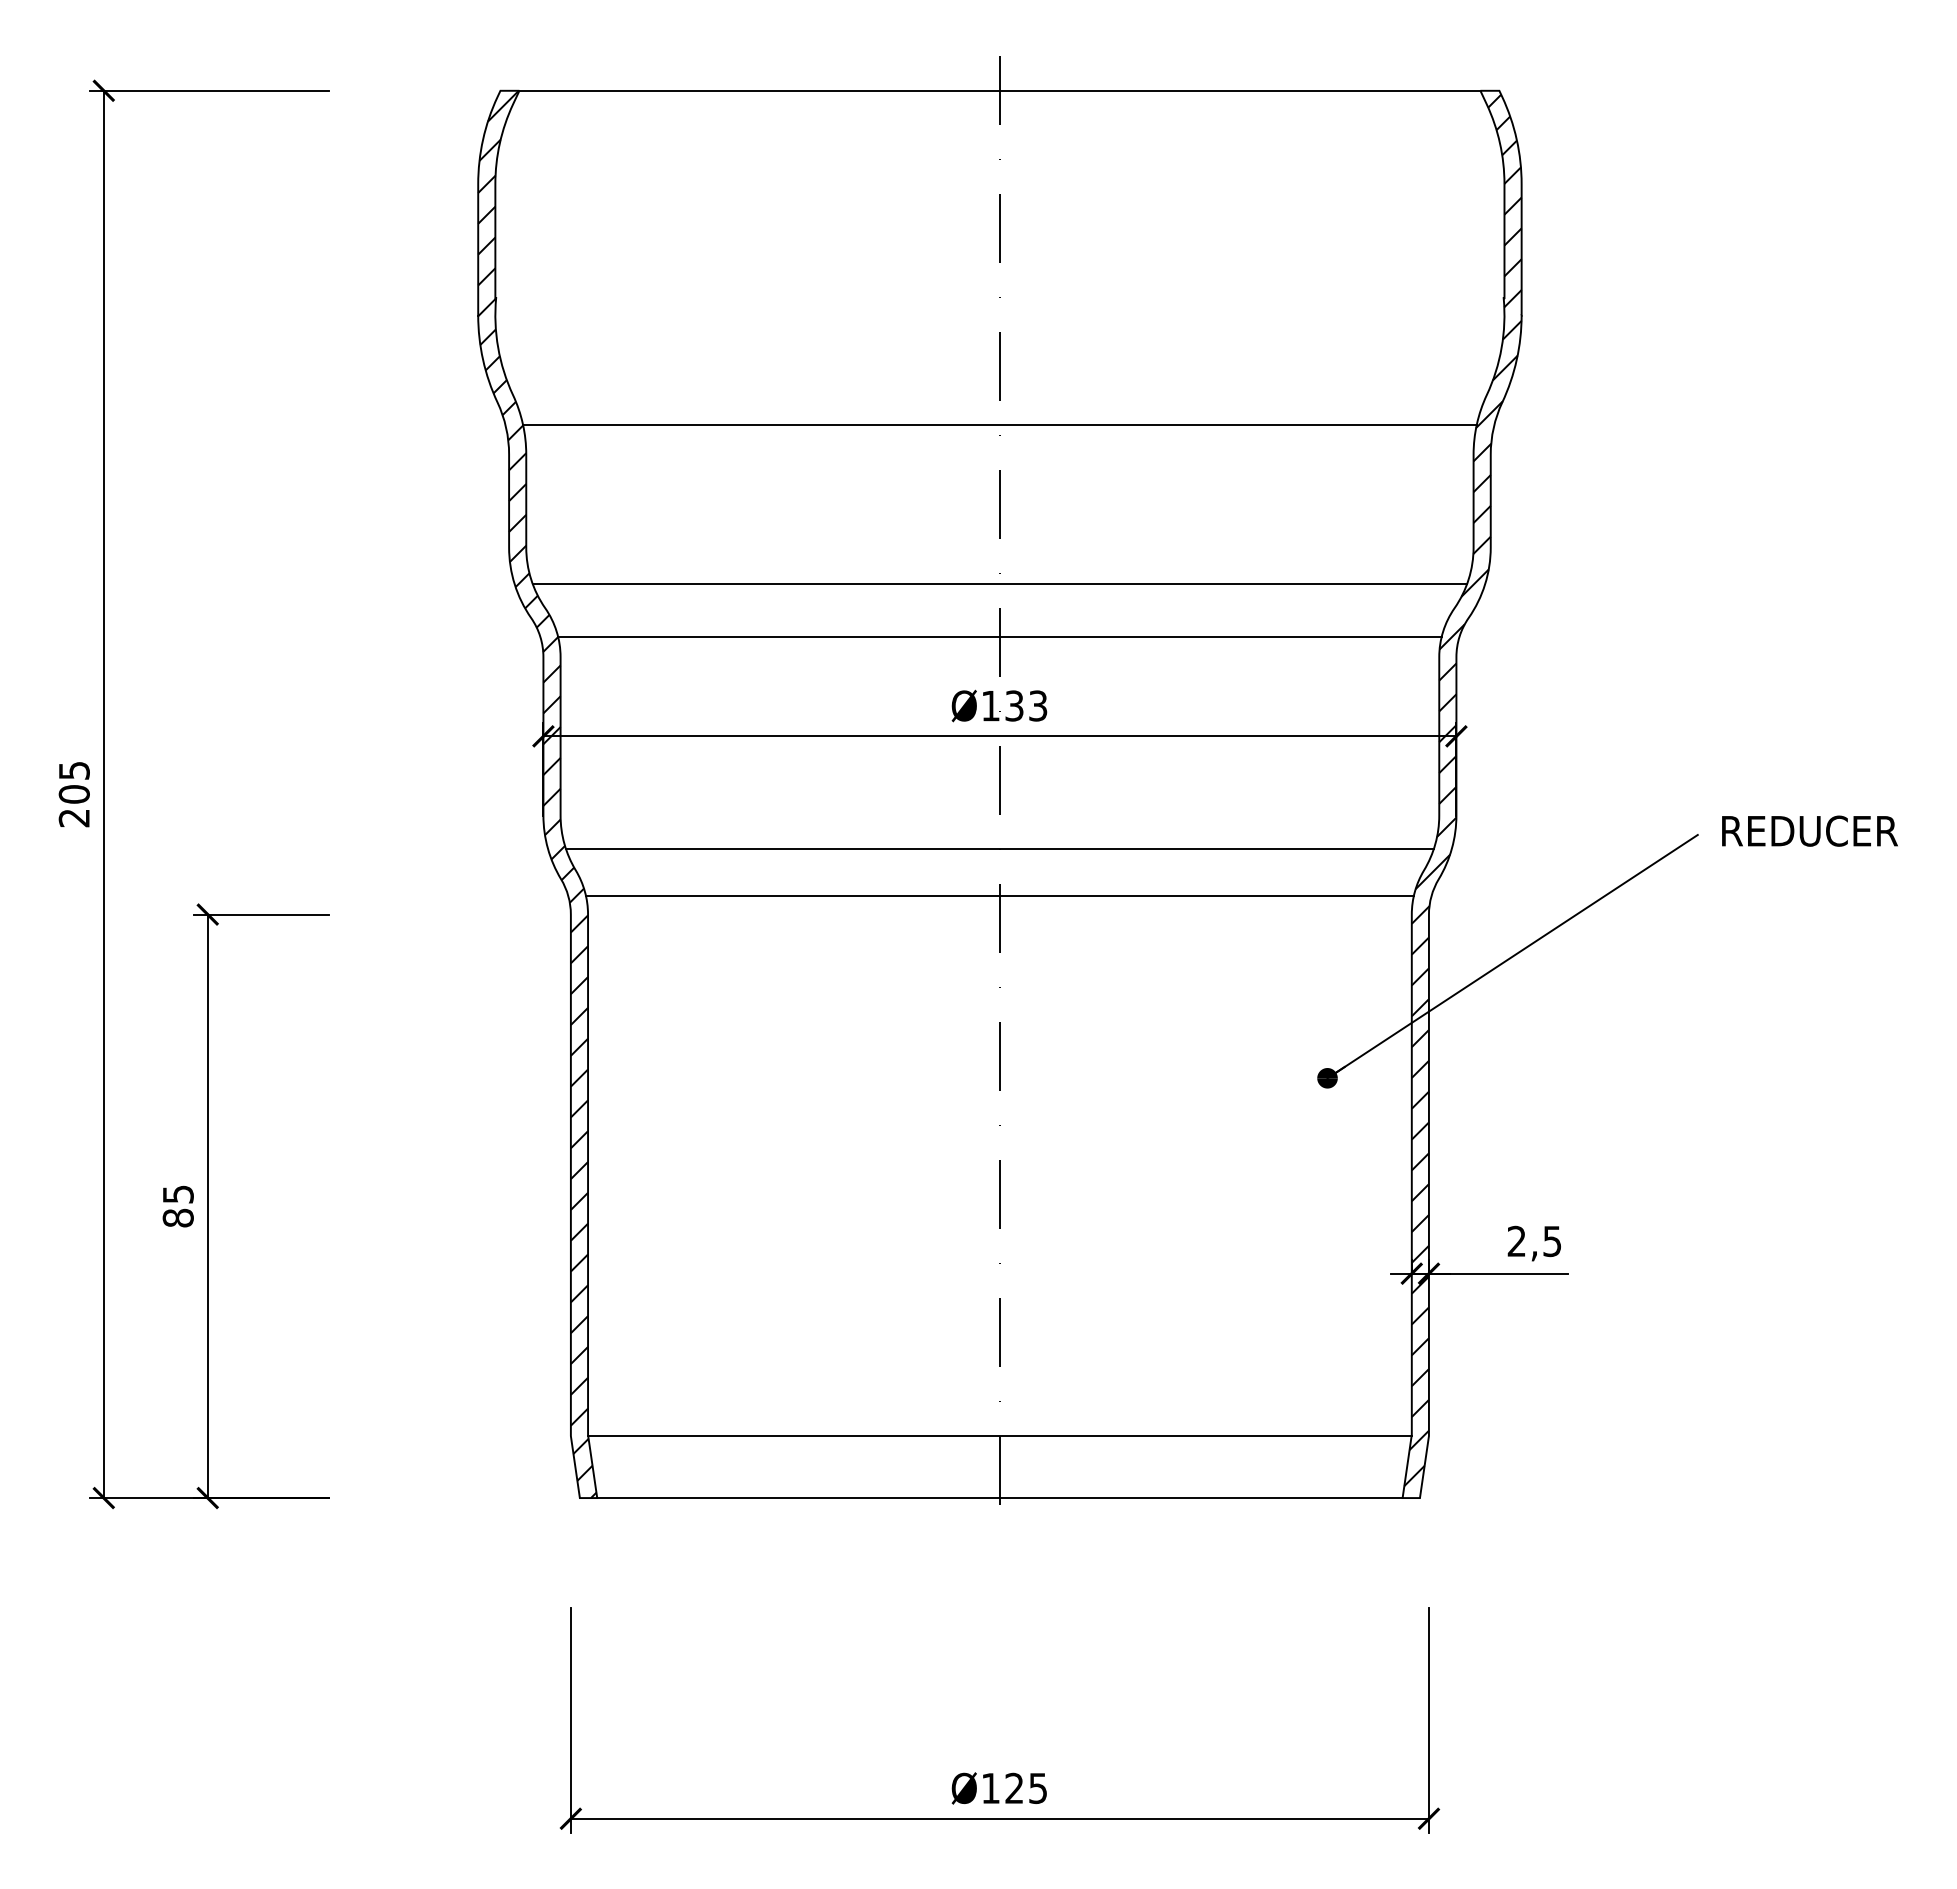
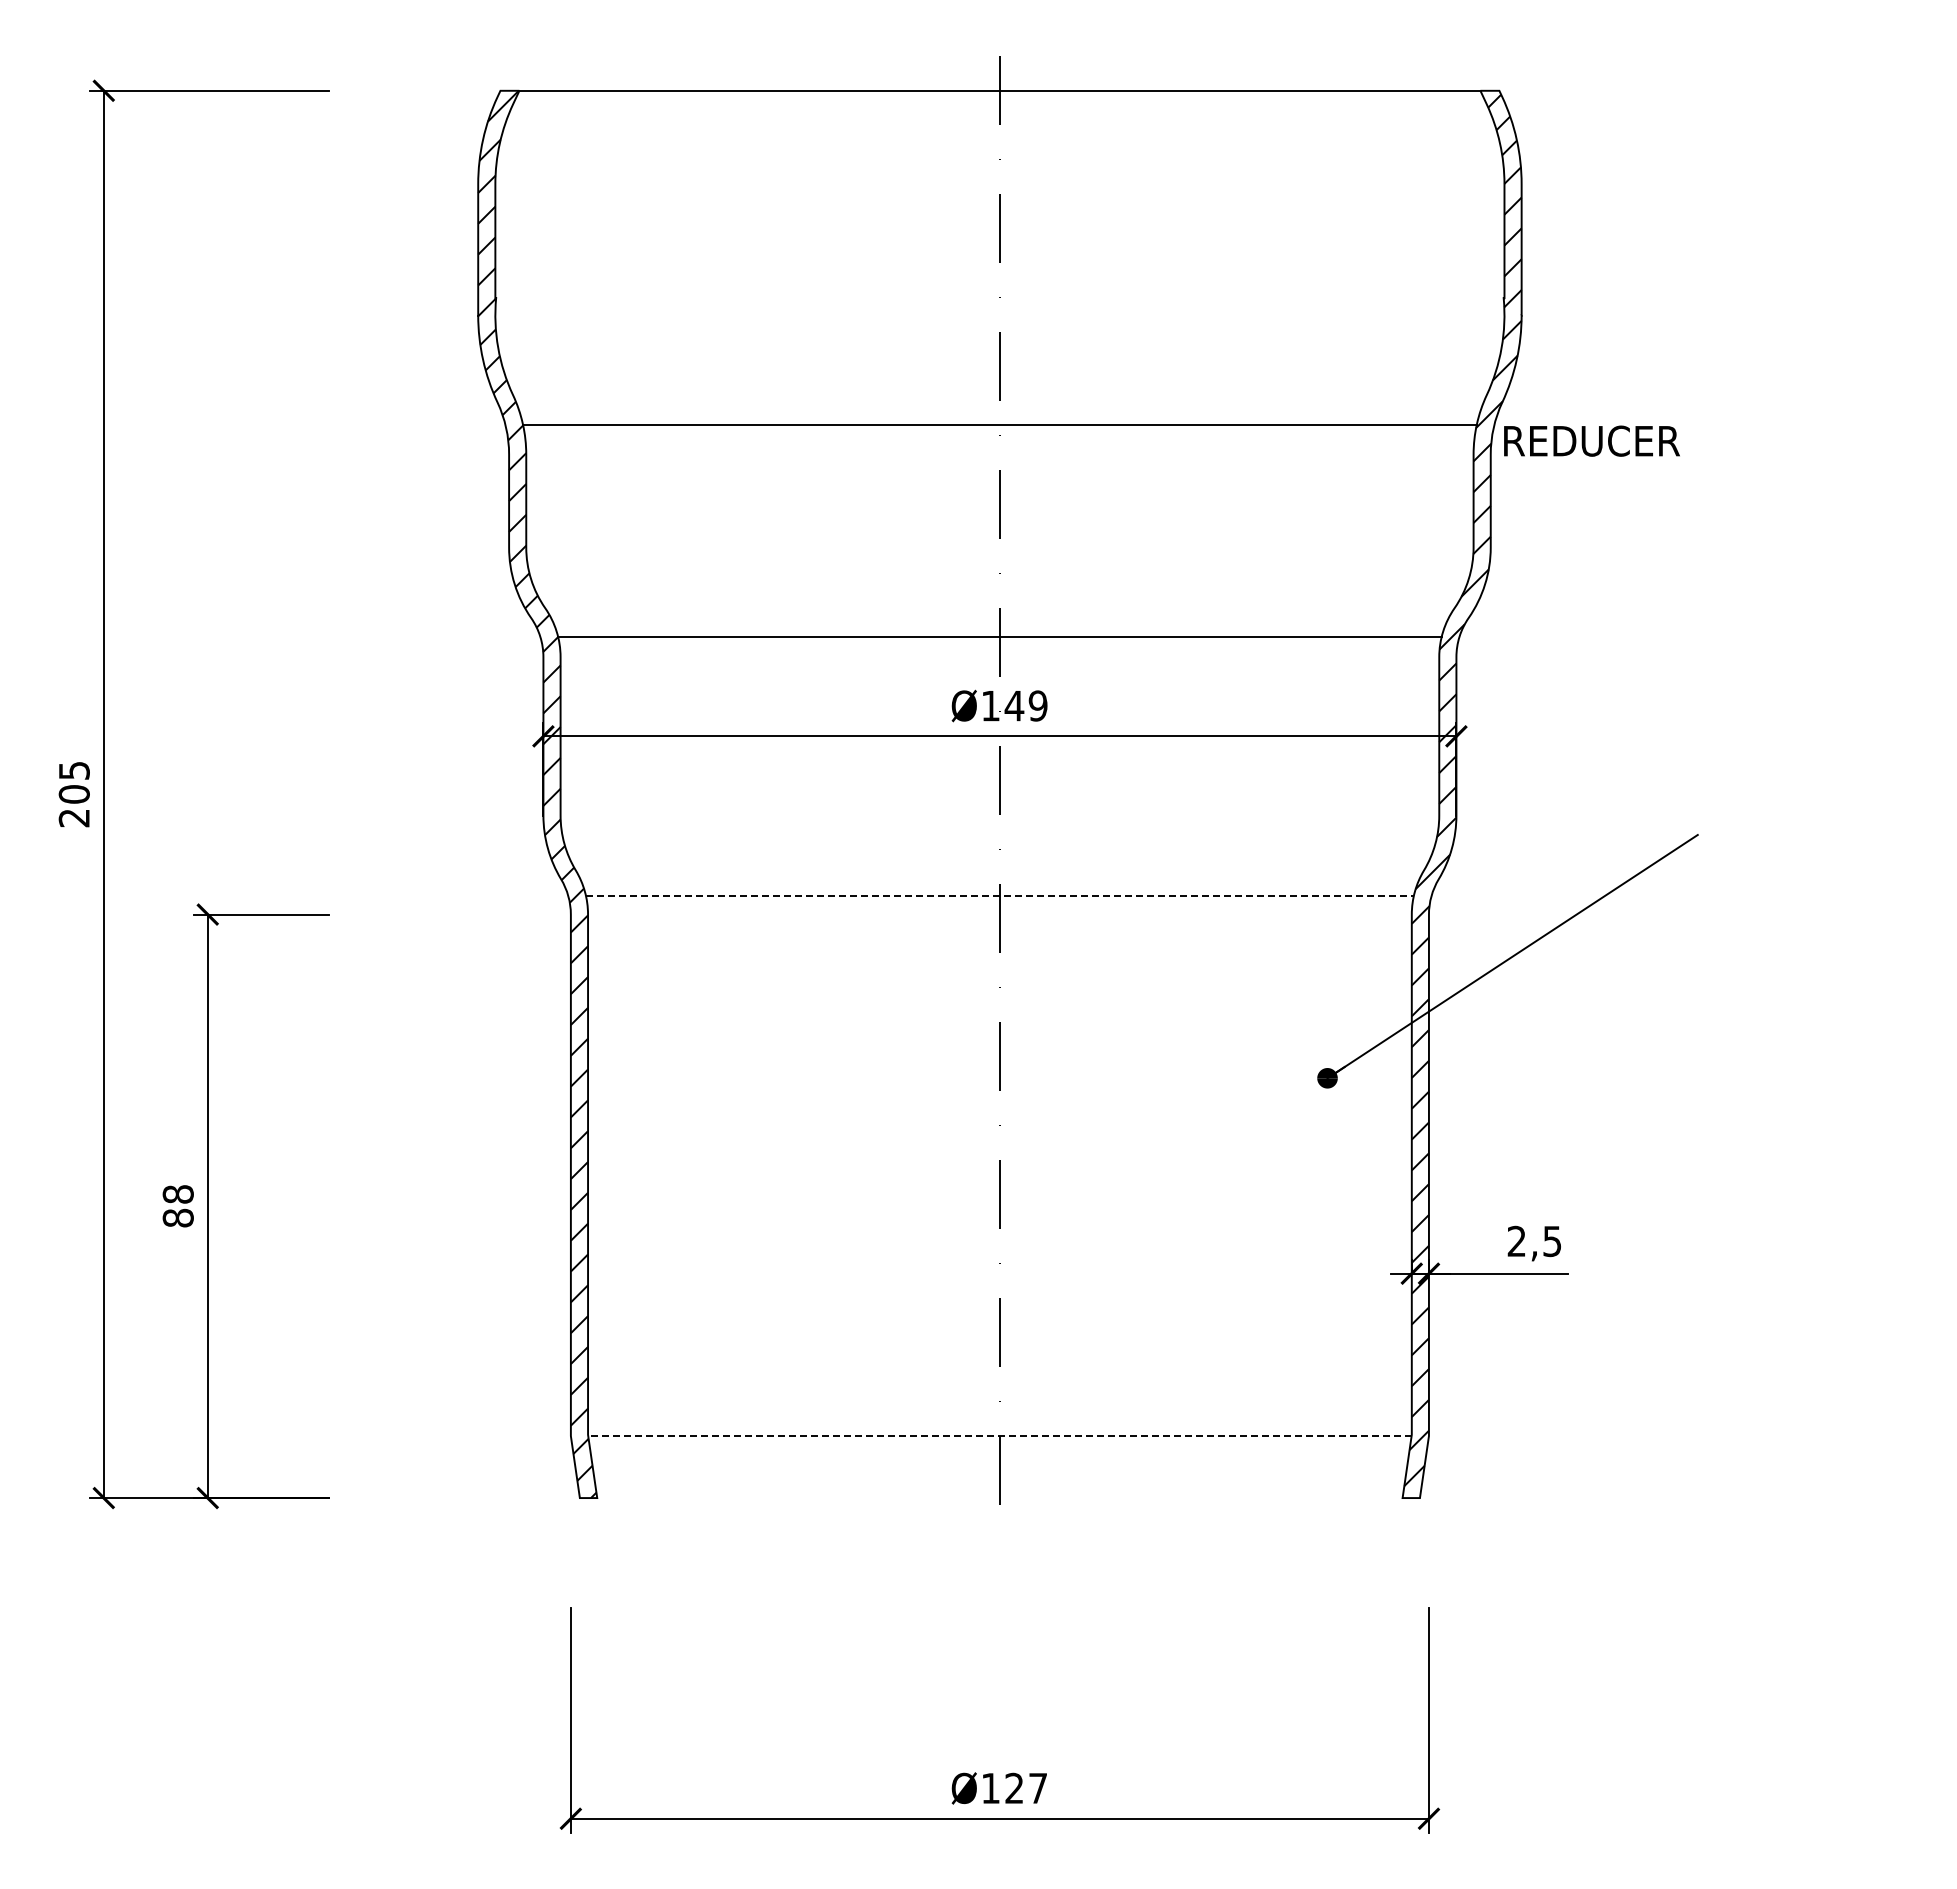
line at (999, 584): present -> none
text at (1025, 705): Ø133 -> Ø149
text at (1809, 830) position: (1809, 830) -> (1591, 440)
line at (999, 848): present -> none
line at (999, 896): solid -> dashed
text at (177, 1194): 85 -> 88
line at (999, 1436): solid -> dashed
line at (999, 1498): present -> none
text at (1037, 1788): Ø125 -> Ø127
